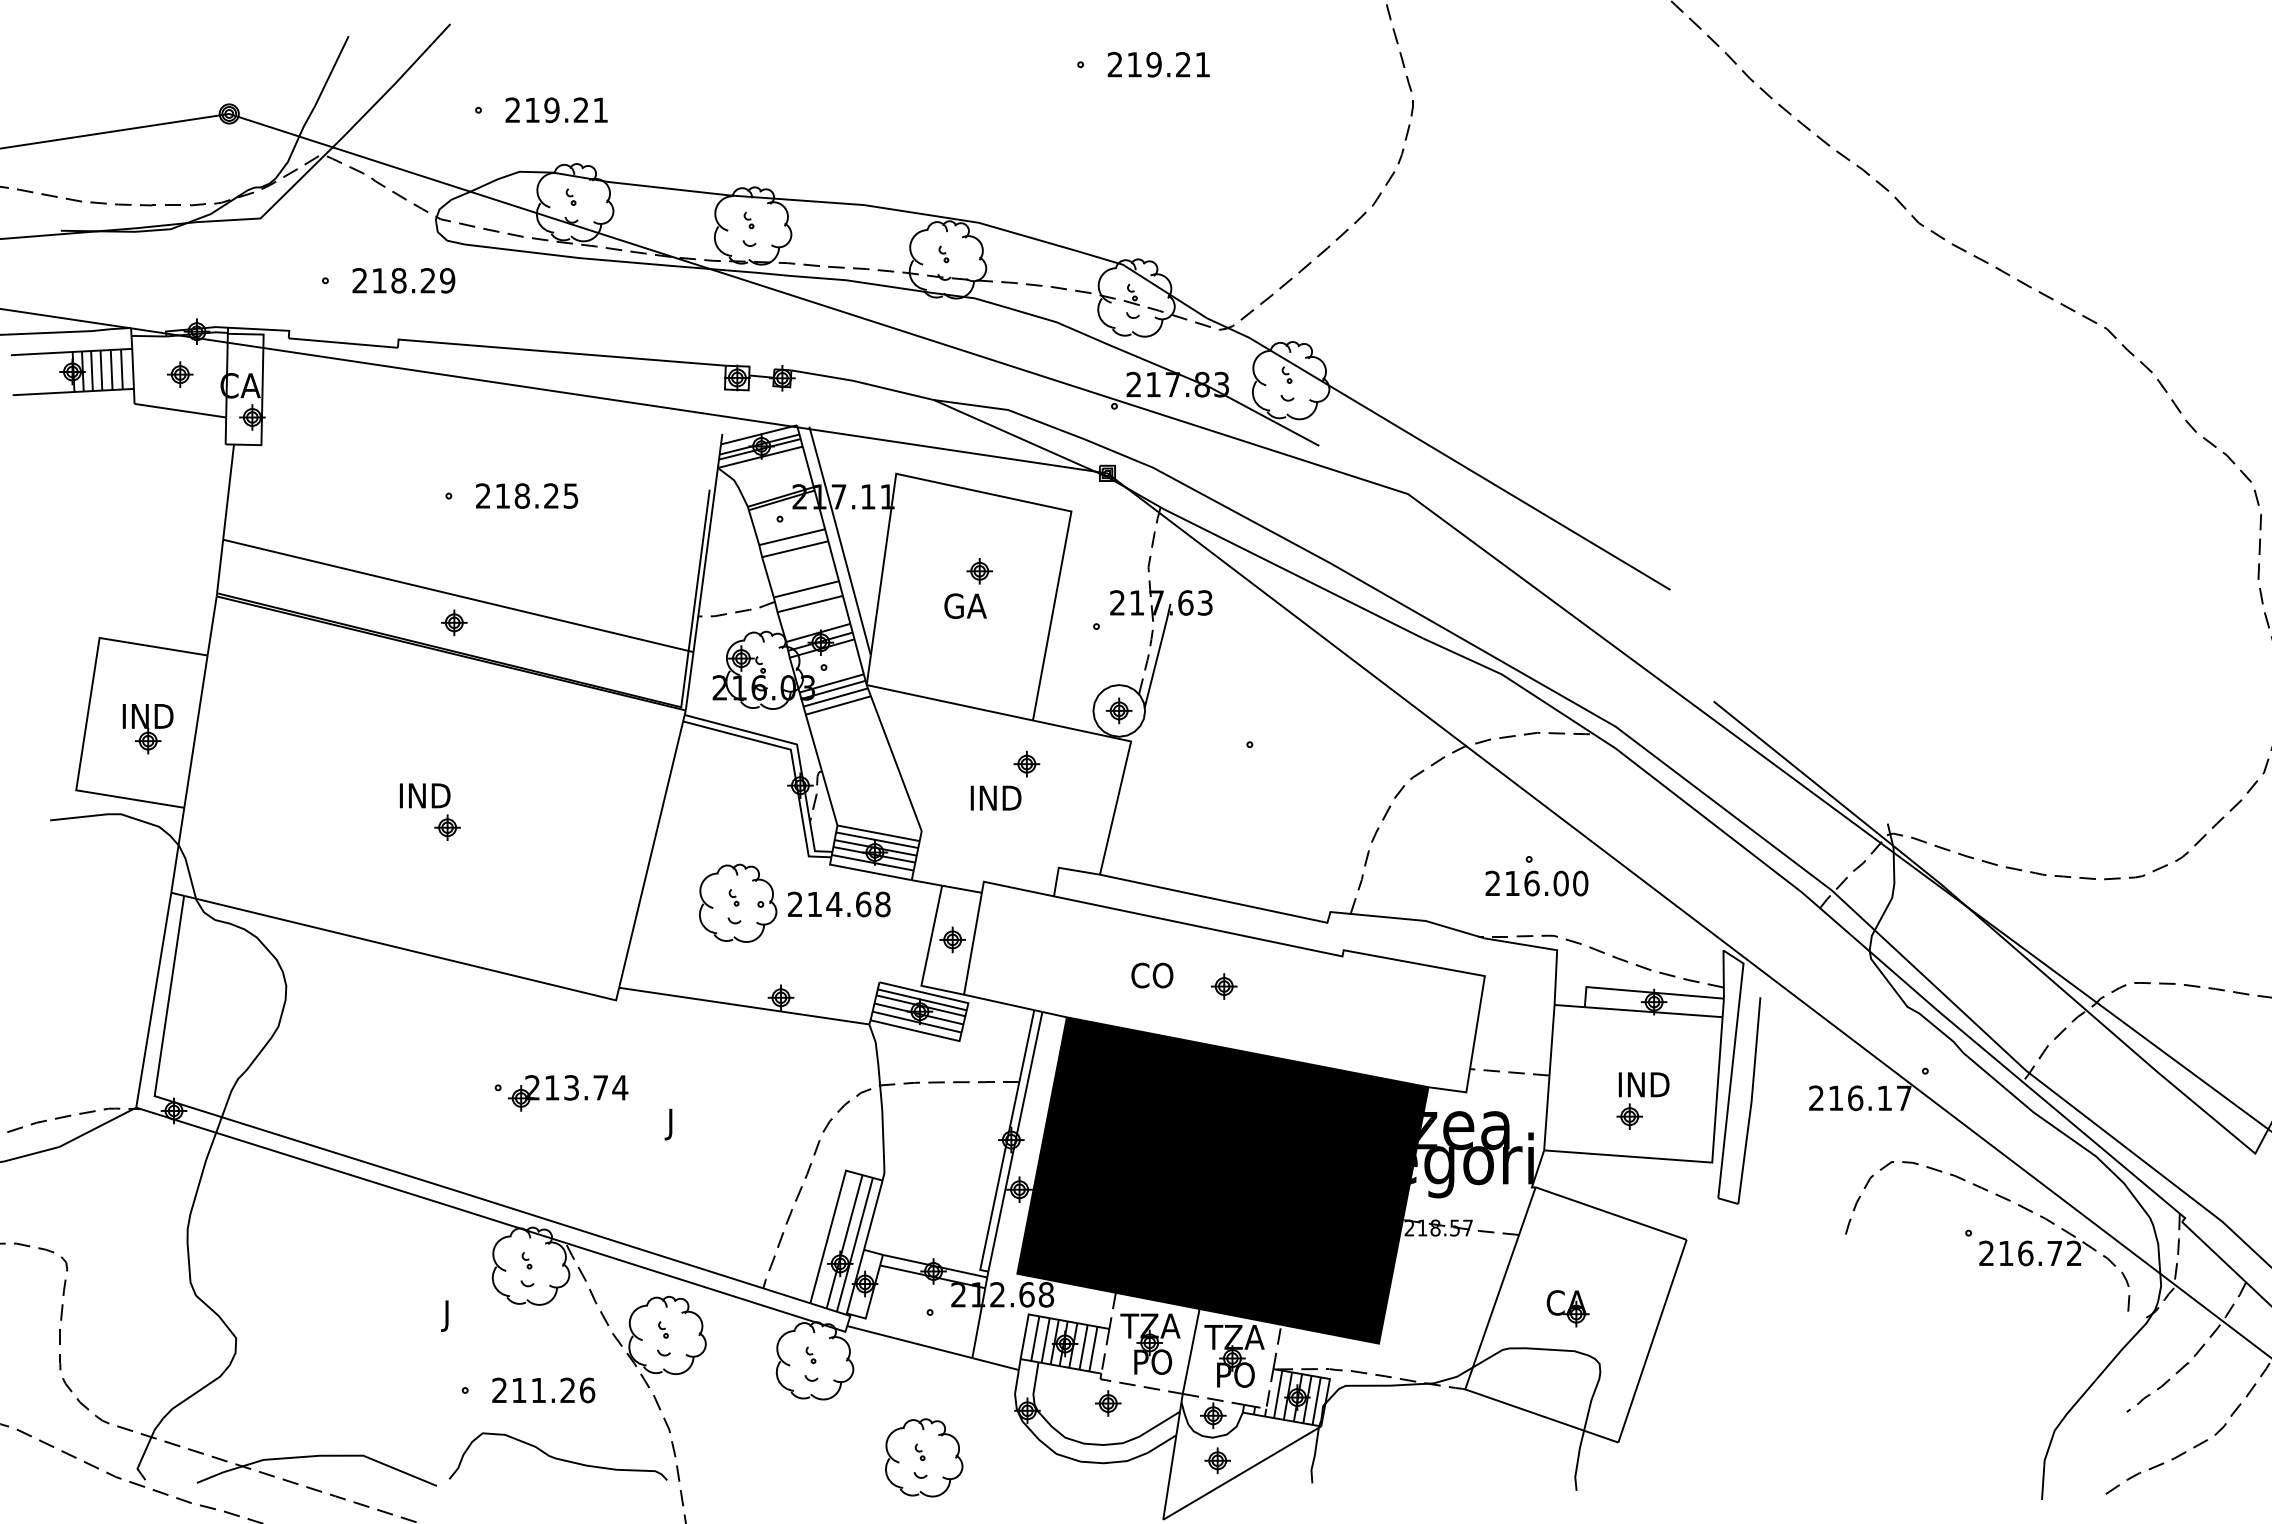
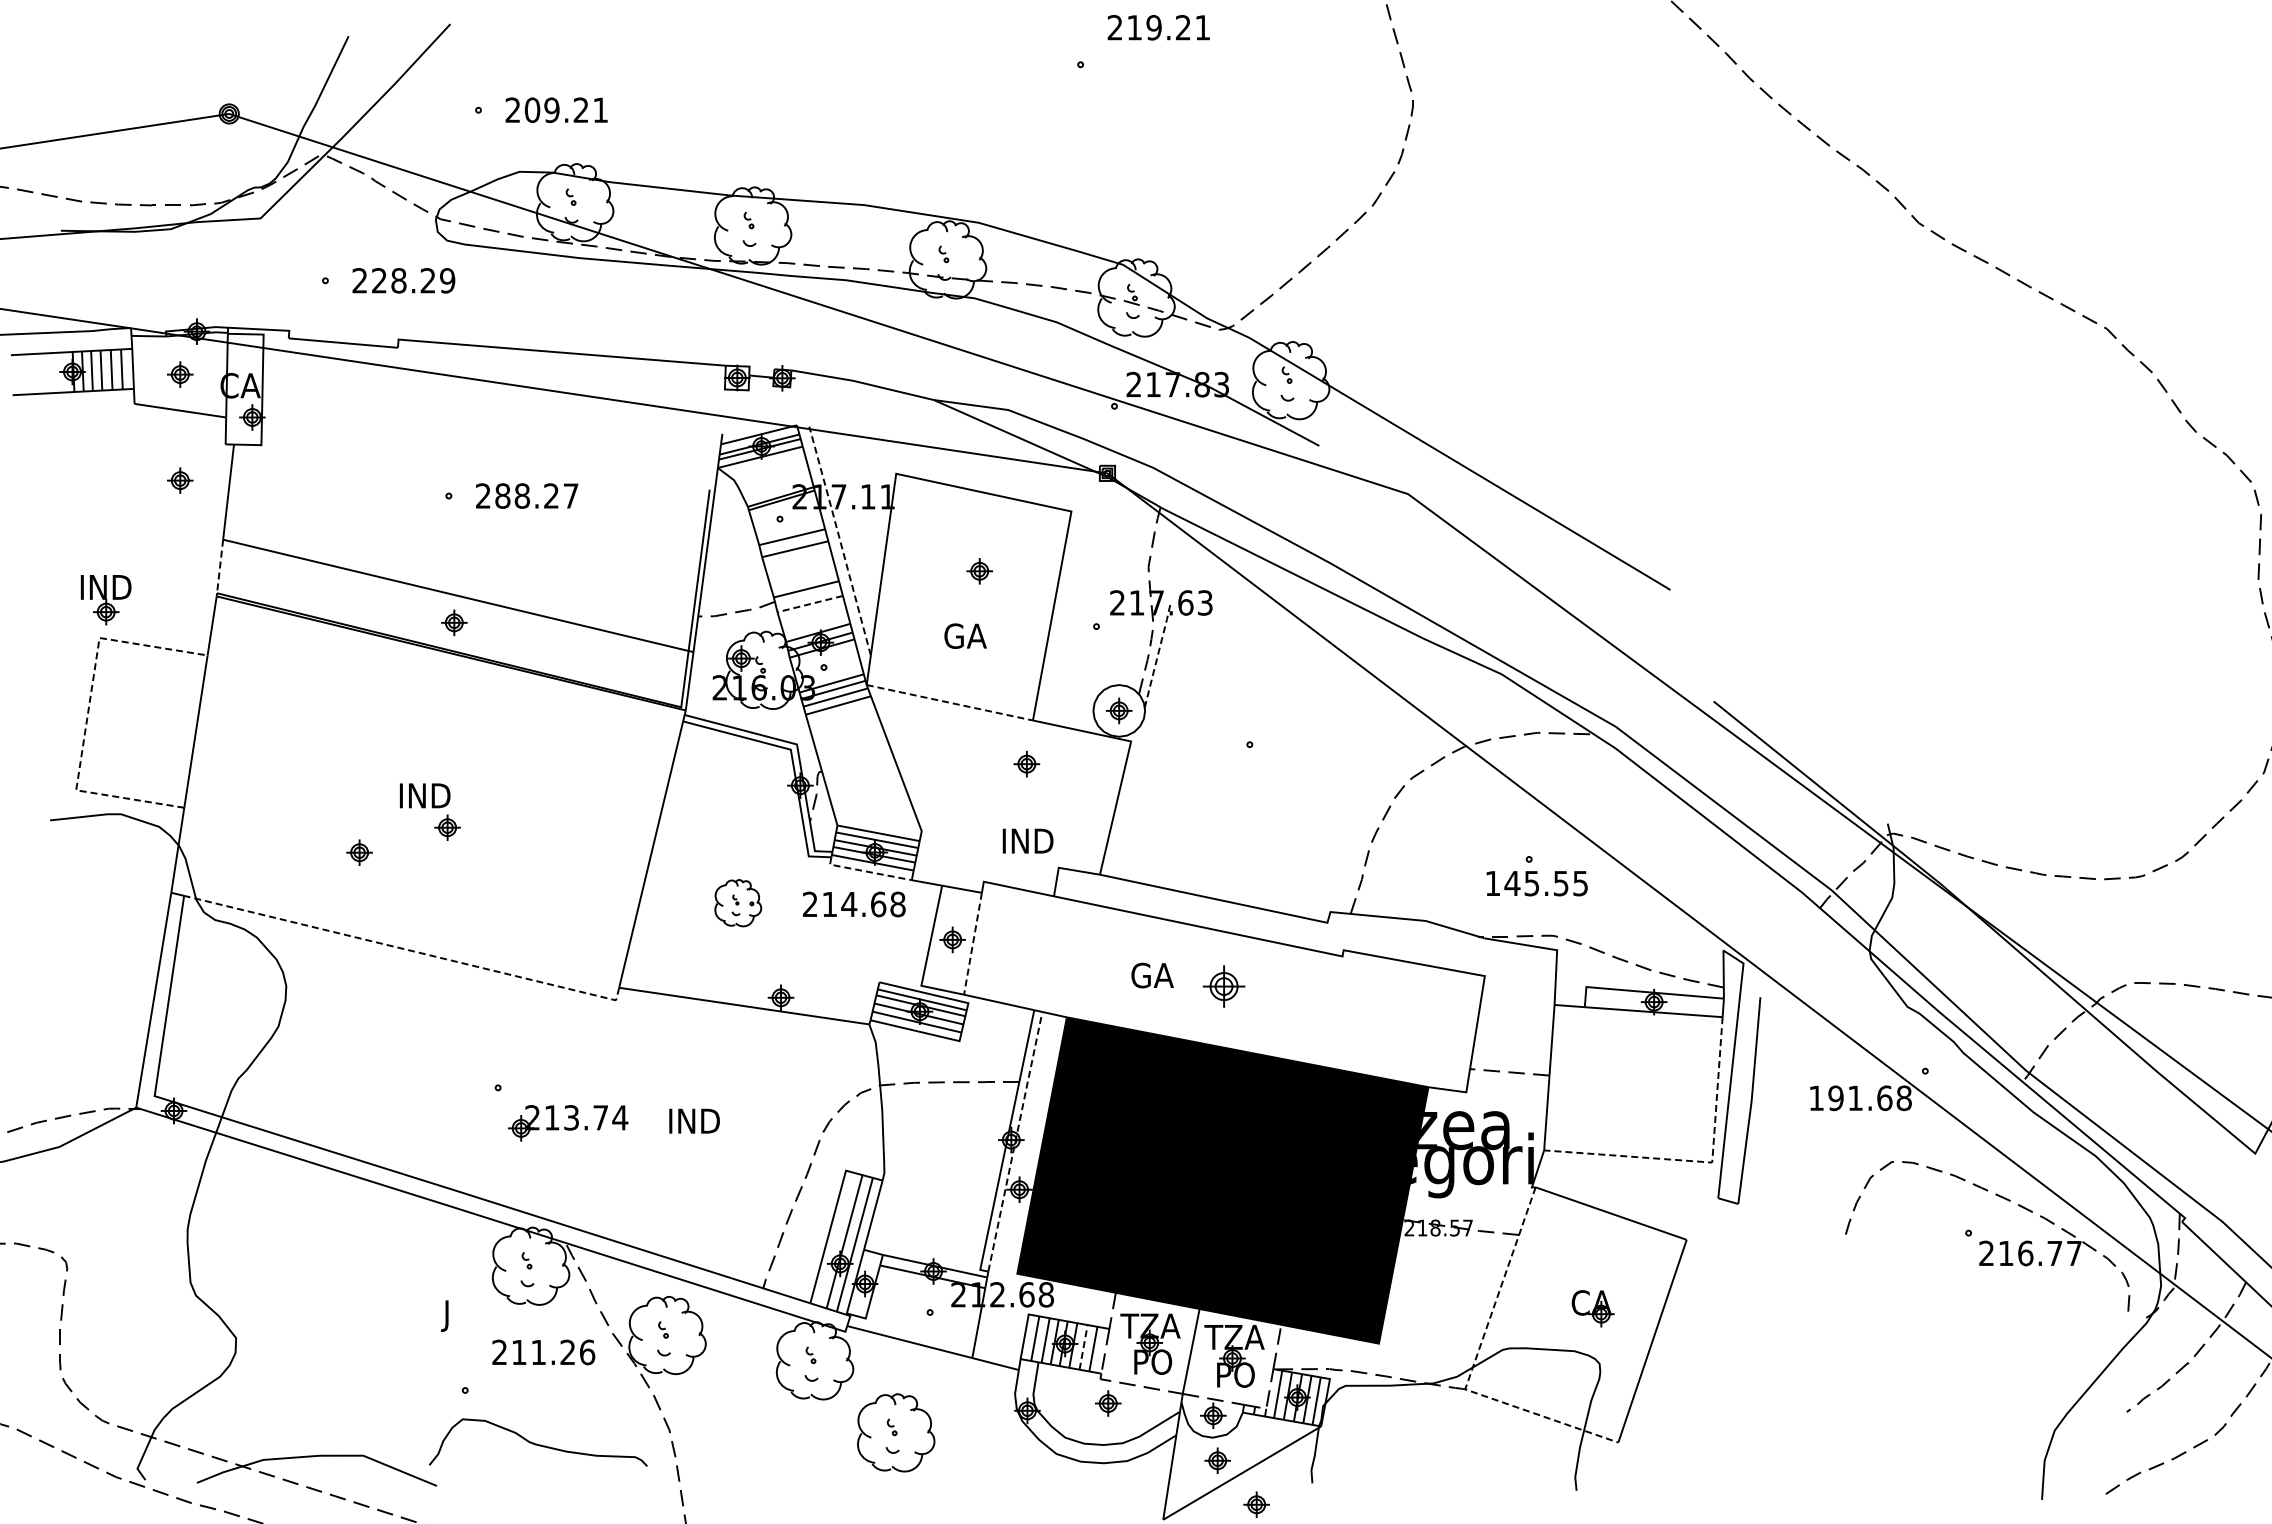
text at (1158, 64) position: (1158, 64) -> (1158, 27)
text at (532, 110): 219.21 -> 209.21
text at (379, 280): 218.29 -> 228.29
part at (180, 480): none -> present
text at (536, 495): 218.25 -> 288.27
line at (840, 540): solid -> dashed
line at (220, 566): solid -> dashed
line at (810, 604): solid -> dashed
text at (965, 605) position: (965, 605) -> (965, 635)
line at (1157, 655): solid -> dashed
line at (949, 702): solid -> dashed
line at (88, 713): solid -> dashed
part at (147, 729) position: (147, 729) -> (105, 600)
text at (995, 797) position: (995, 797) -> (1027, 840)
part at (359, 852): none -> present
line at (867, 871): solid -> dashed
text at (1536, 883): 216.00 -> 145.55
part at (738, 902) size: 79x80 px -> 49x49 px
text at (839, 904) position: (839, 904) -> (854, 904)
line at (972, 943): solid -> dashed
line at (406, 949): solid -> dashed
text at (1158, 975): CO -> GA
part at (1224, 986) size: 27x27 px -> 44x43 px
part at (568, 1093) position: (568, 1093) -> (568, 1123)
text at (1860, 1098): 216.17 -> 191.68
part at (1642, 1100): present -> none
text at (691, 1124): J -> IND
line at (1015, 1141): solid -> dashed
line at (1701, 1161): solid -> dashed
text at (2074, 1252): 216.72 -> 216.77
part at (1567, 1308) position: (1567, 1308) -> (1592, 1308)
line at (1083, 1347): solid -> dashed
line at (1473, 1365): solid -> dashed
text at (543, 1390) position: (543, 1390) -> (543, 1352)
curve at (556, 1457) position: (556, 1457) -> (536, 1443)
part at (924, 1457) position: (924, 1457) -> (896, 1432)
part at (1256, 1504): none -> present
